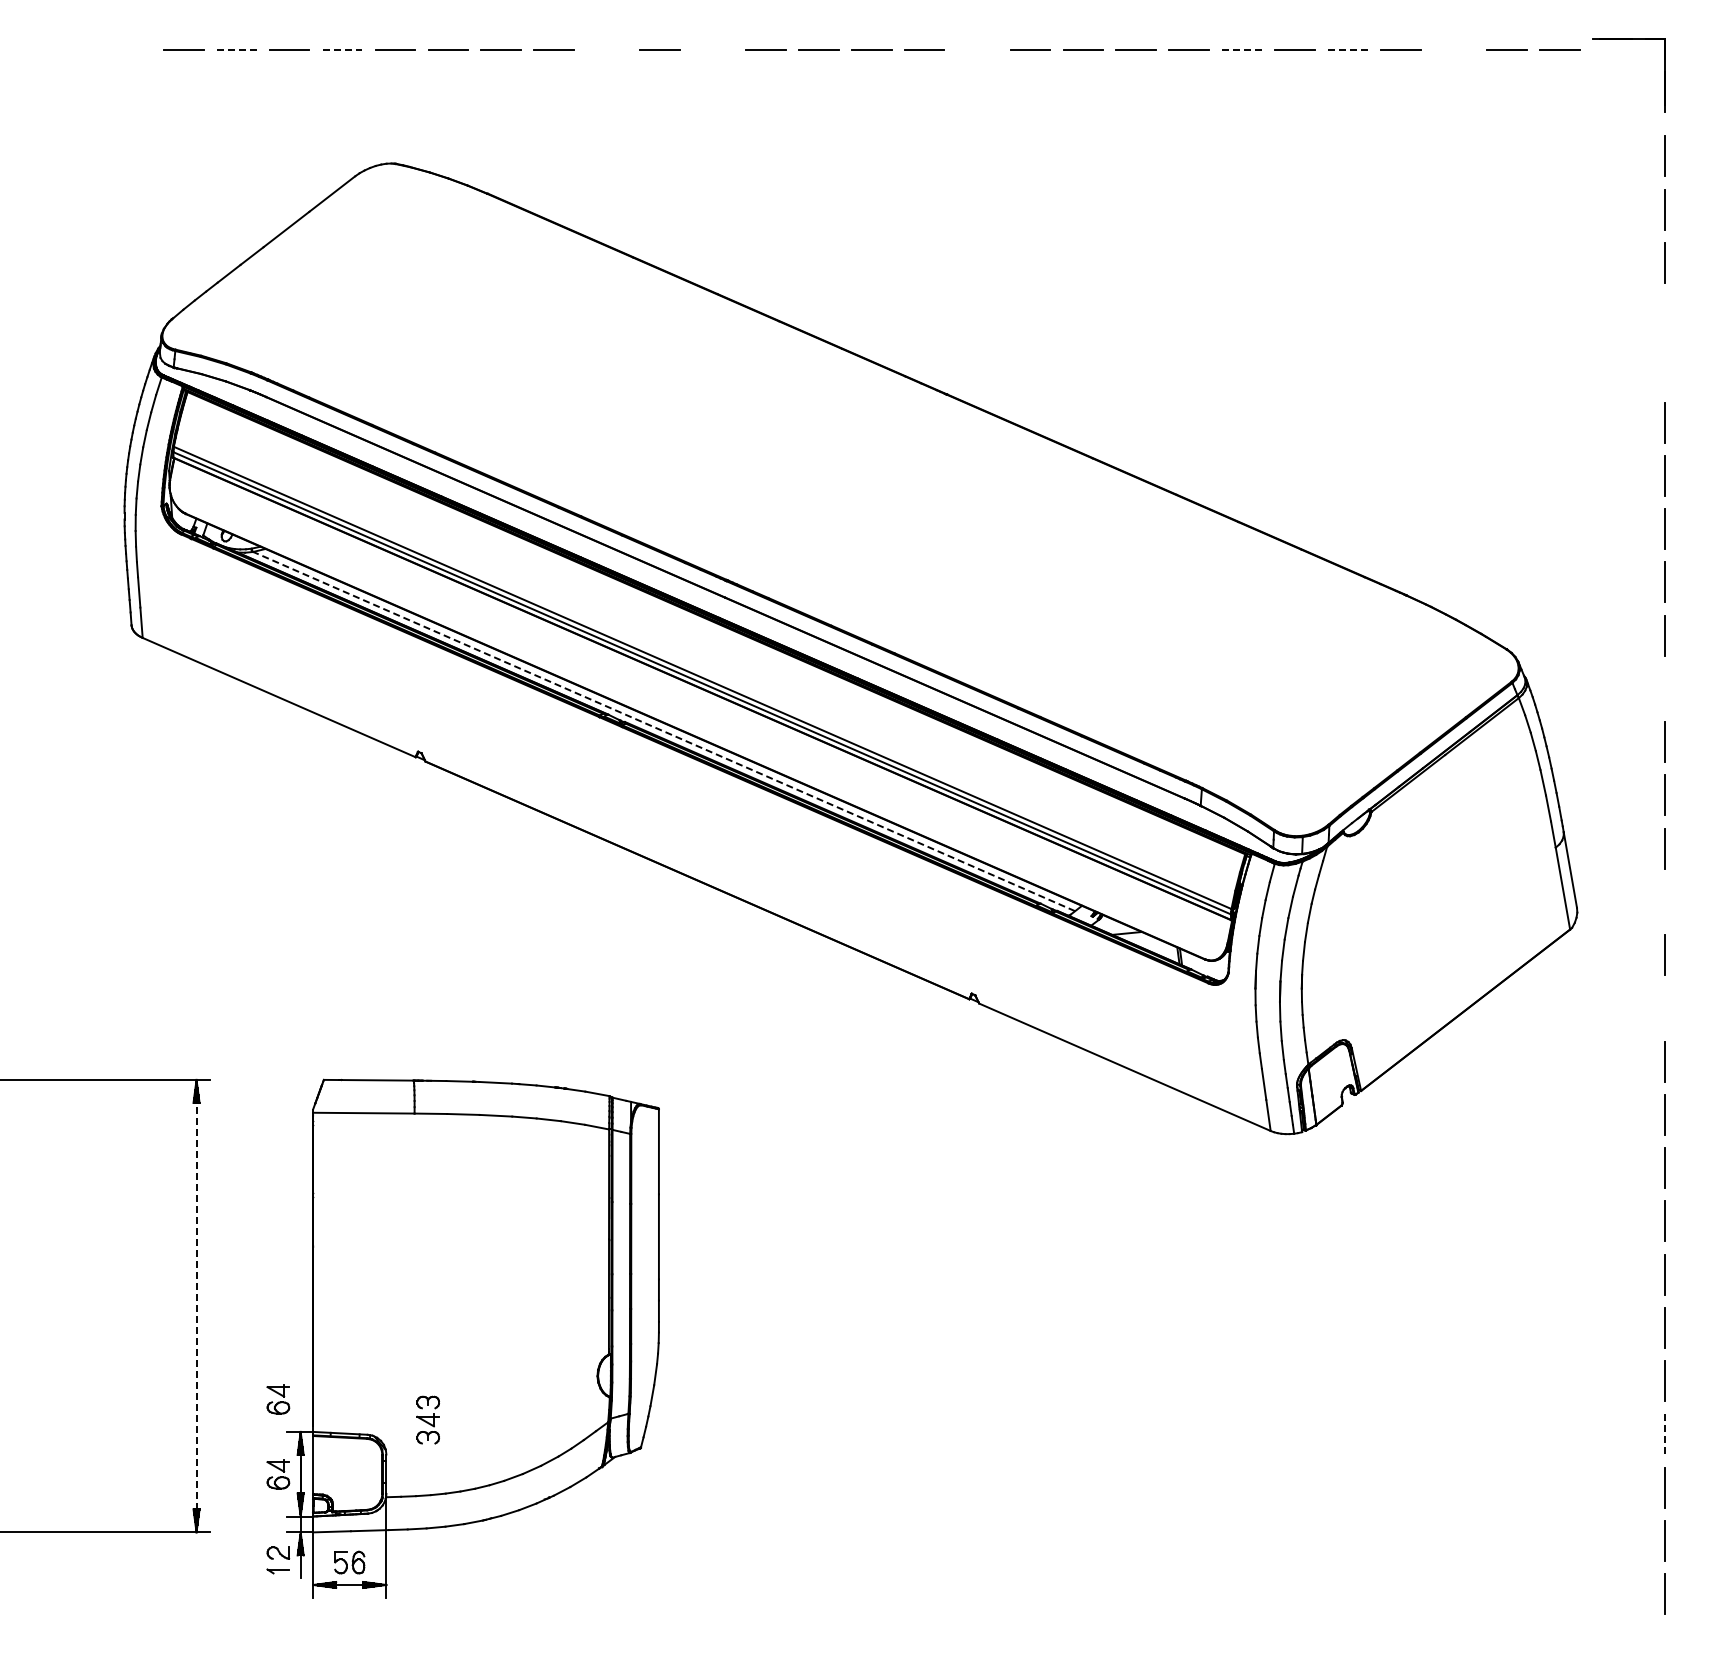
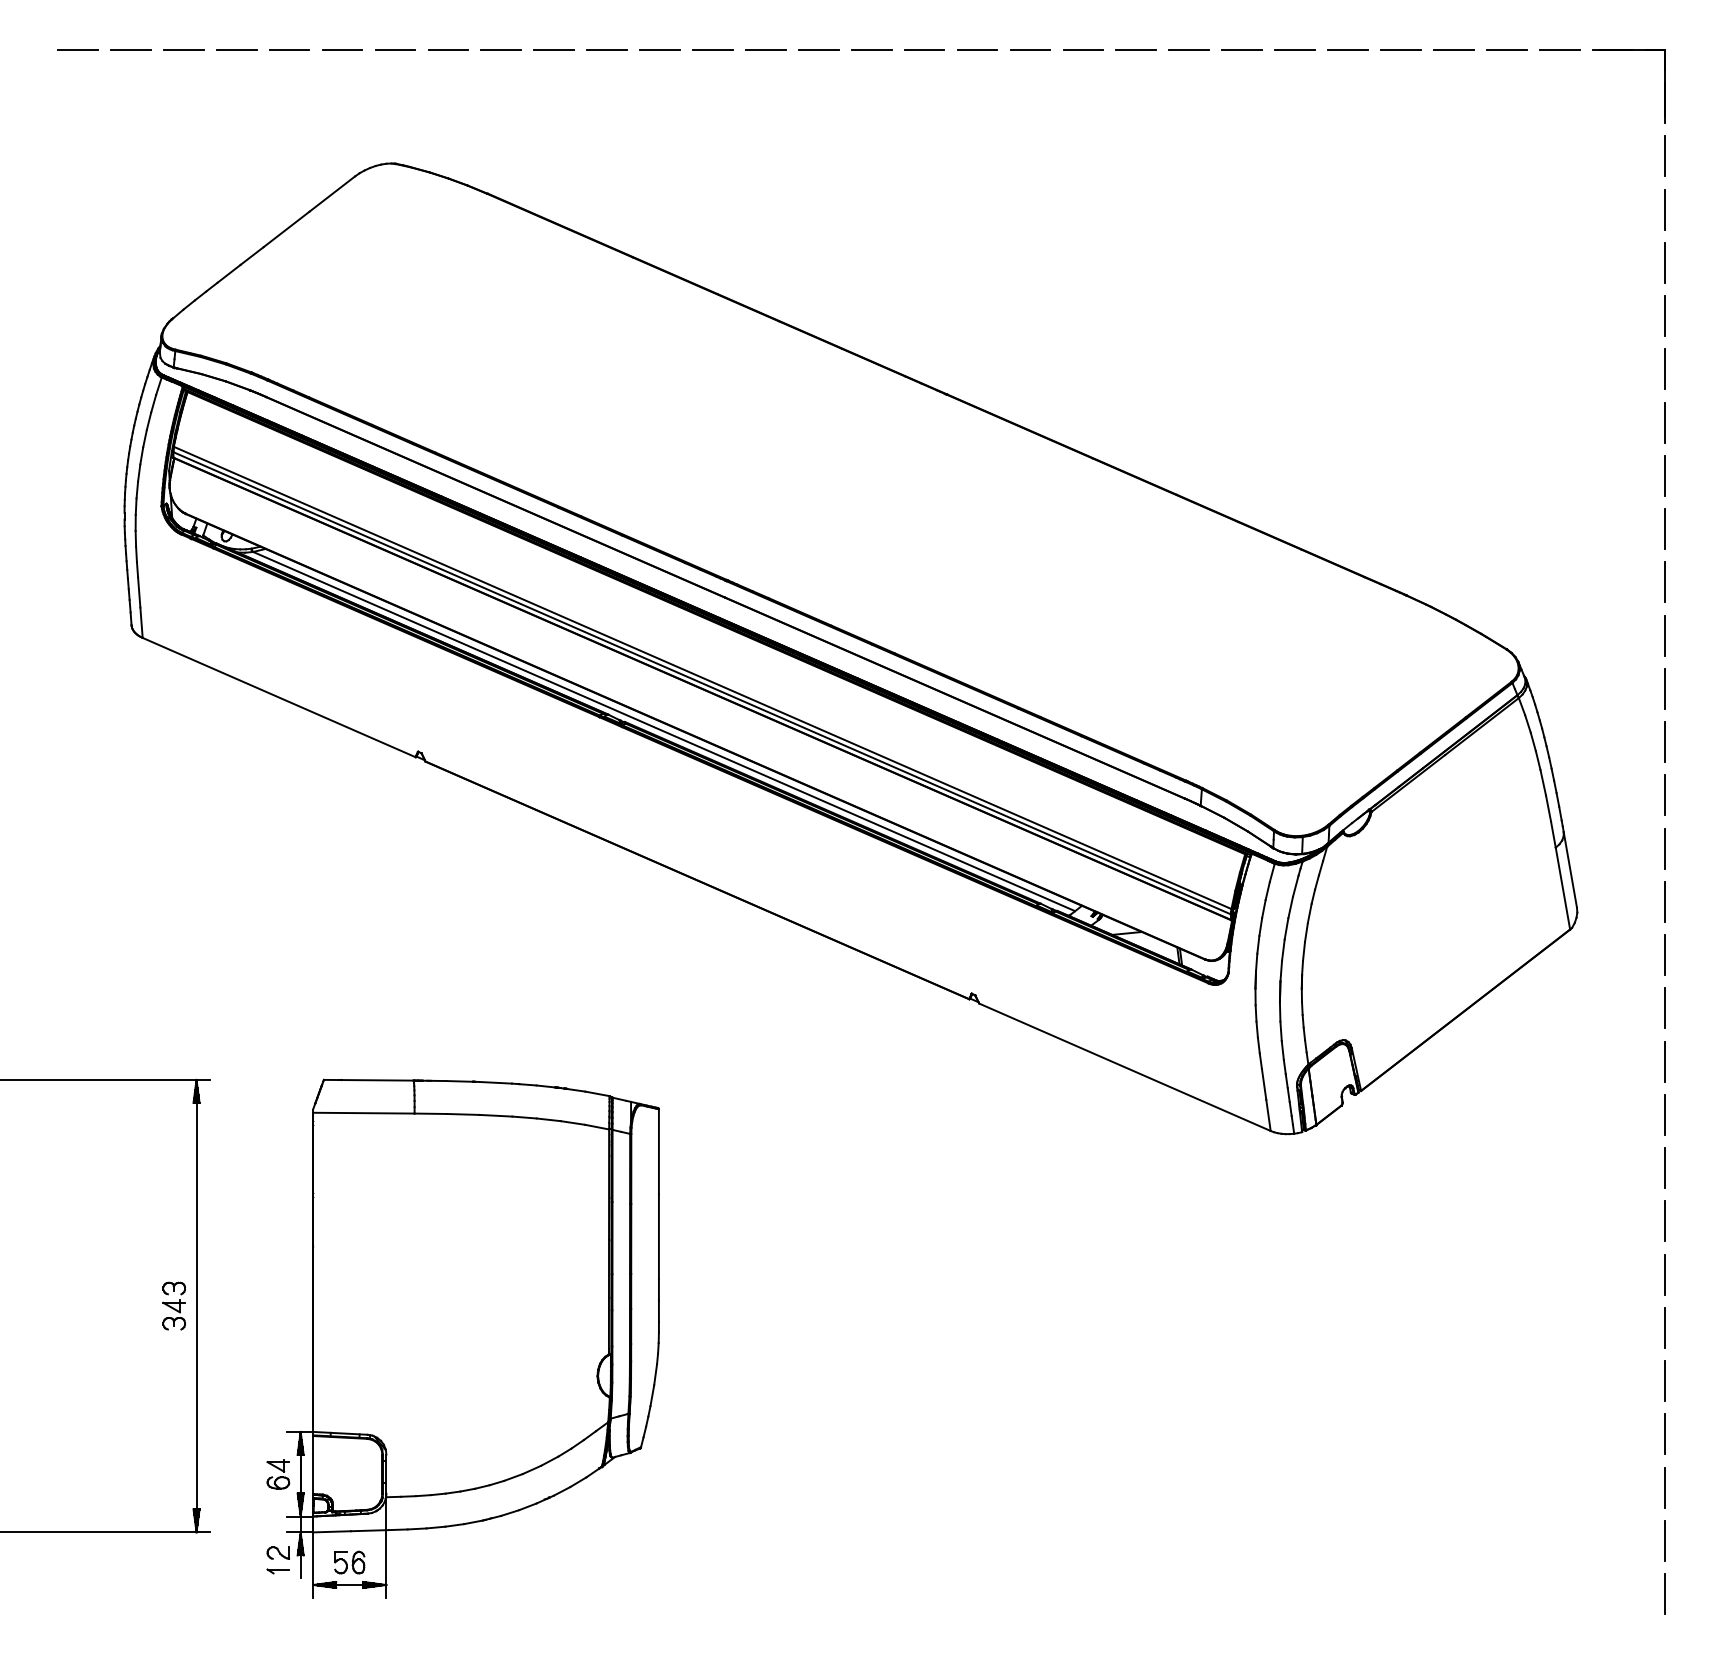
part at (1628, 39) position: (1628, 39) -> (1628, 50)
line at (77, 49): none -> present
line at (130, 49): none -> present
line at (236, 49): dashed -> solid
line at (342, 49): dashed -> solid
line at (606, 49): none -> present
line at (712, 49): none -> present
line at (977, 49): none -> present
line at (1242, 49): dashed -> solid
line at (1347, 49): dashed -> solid
line at (1453, 49): none -> present
line at (1665, 316): none -> present
line at (1665, 369): none -> present
line at (1665, 688): none -> present
line at (663, 731): dashed -> solid
line at (1664, 901): none -> present
line at (1664, 1007): none -> present
line at (196, 1305): dashed -> solid
part at (278, 1399): present -> none
part at (427, 1419) position: (427, 1419) -> (173, 1305)
line at (1665, 1434): dashed -> solid
